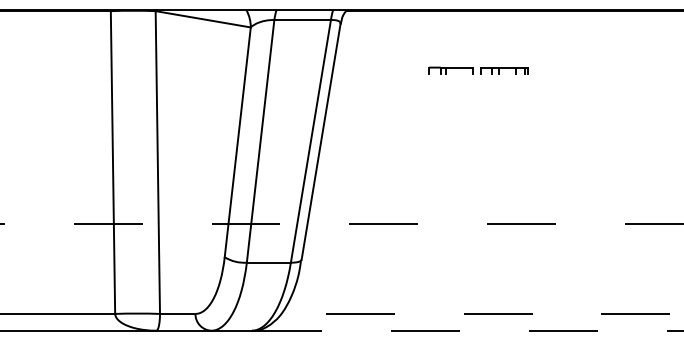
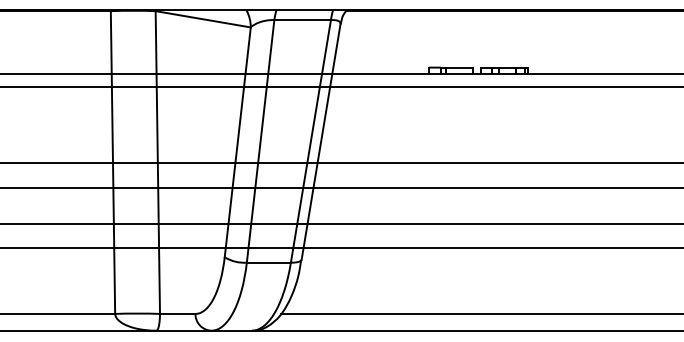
line at (341, 74): none -> present
line at (341, 86): none -> present
line at (341, 162): none -> present
line at (341, 188): none -> present
line at (341, 224): dashed -> solid
line at (341, 248): none -> present
line at (482, 313): dashed -> solid
line at (468, 330): dashed -> solid
